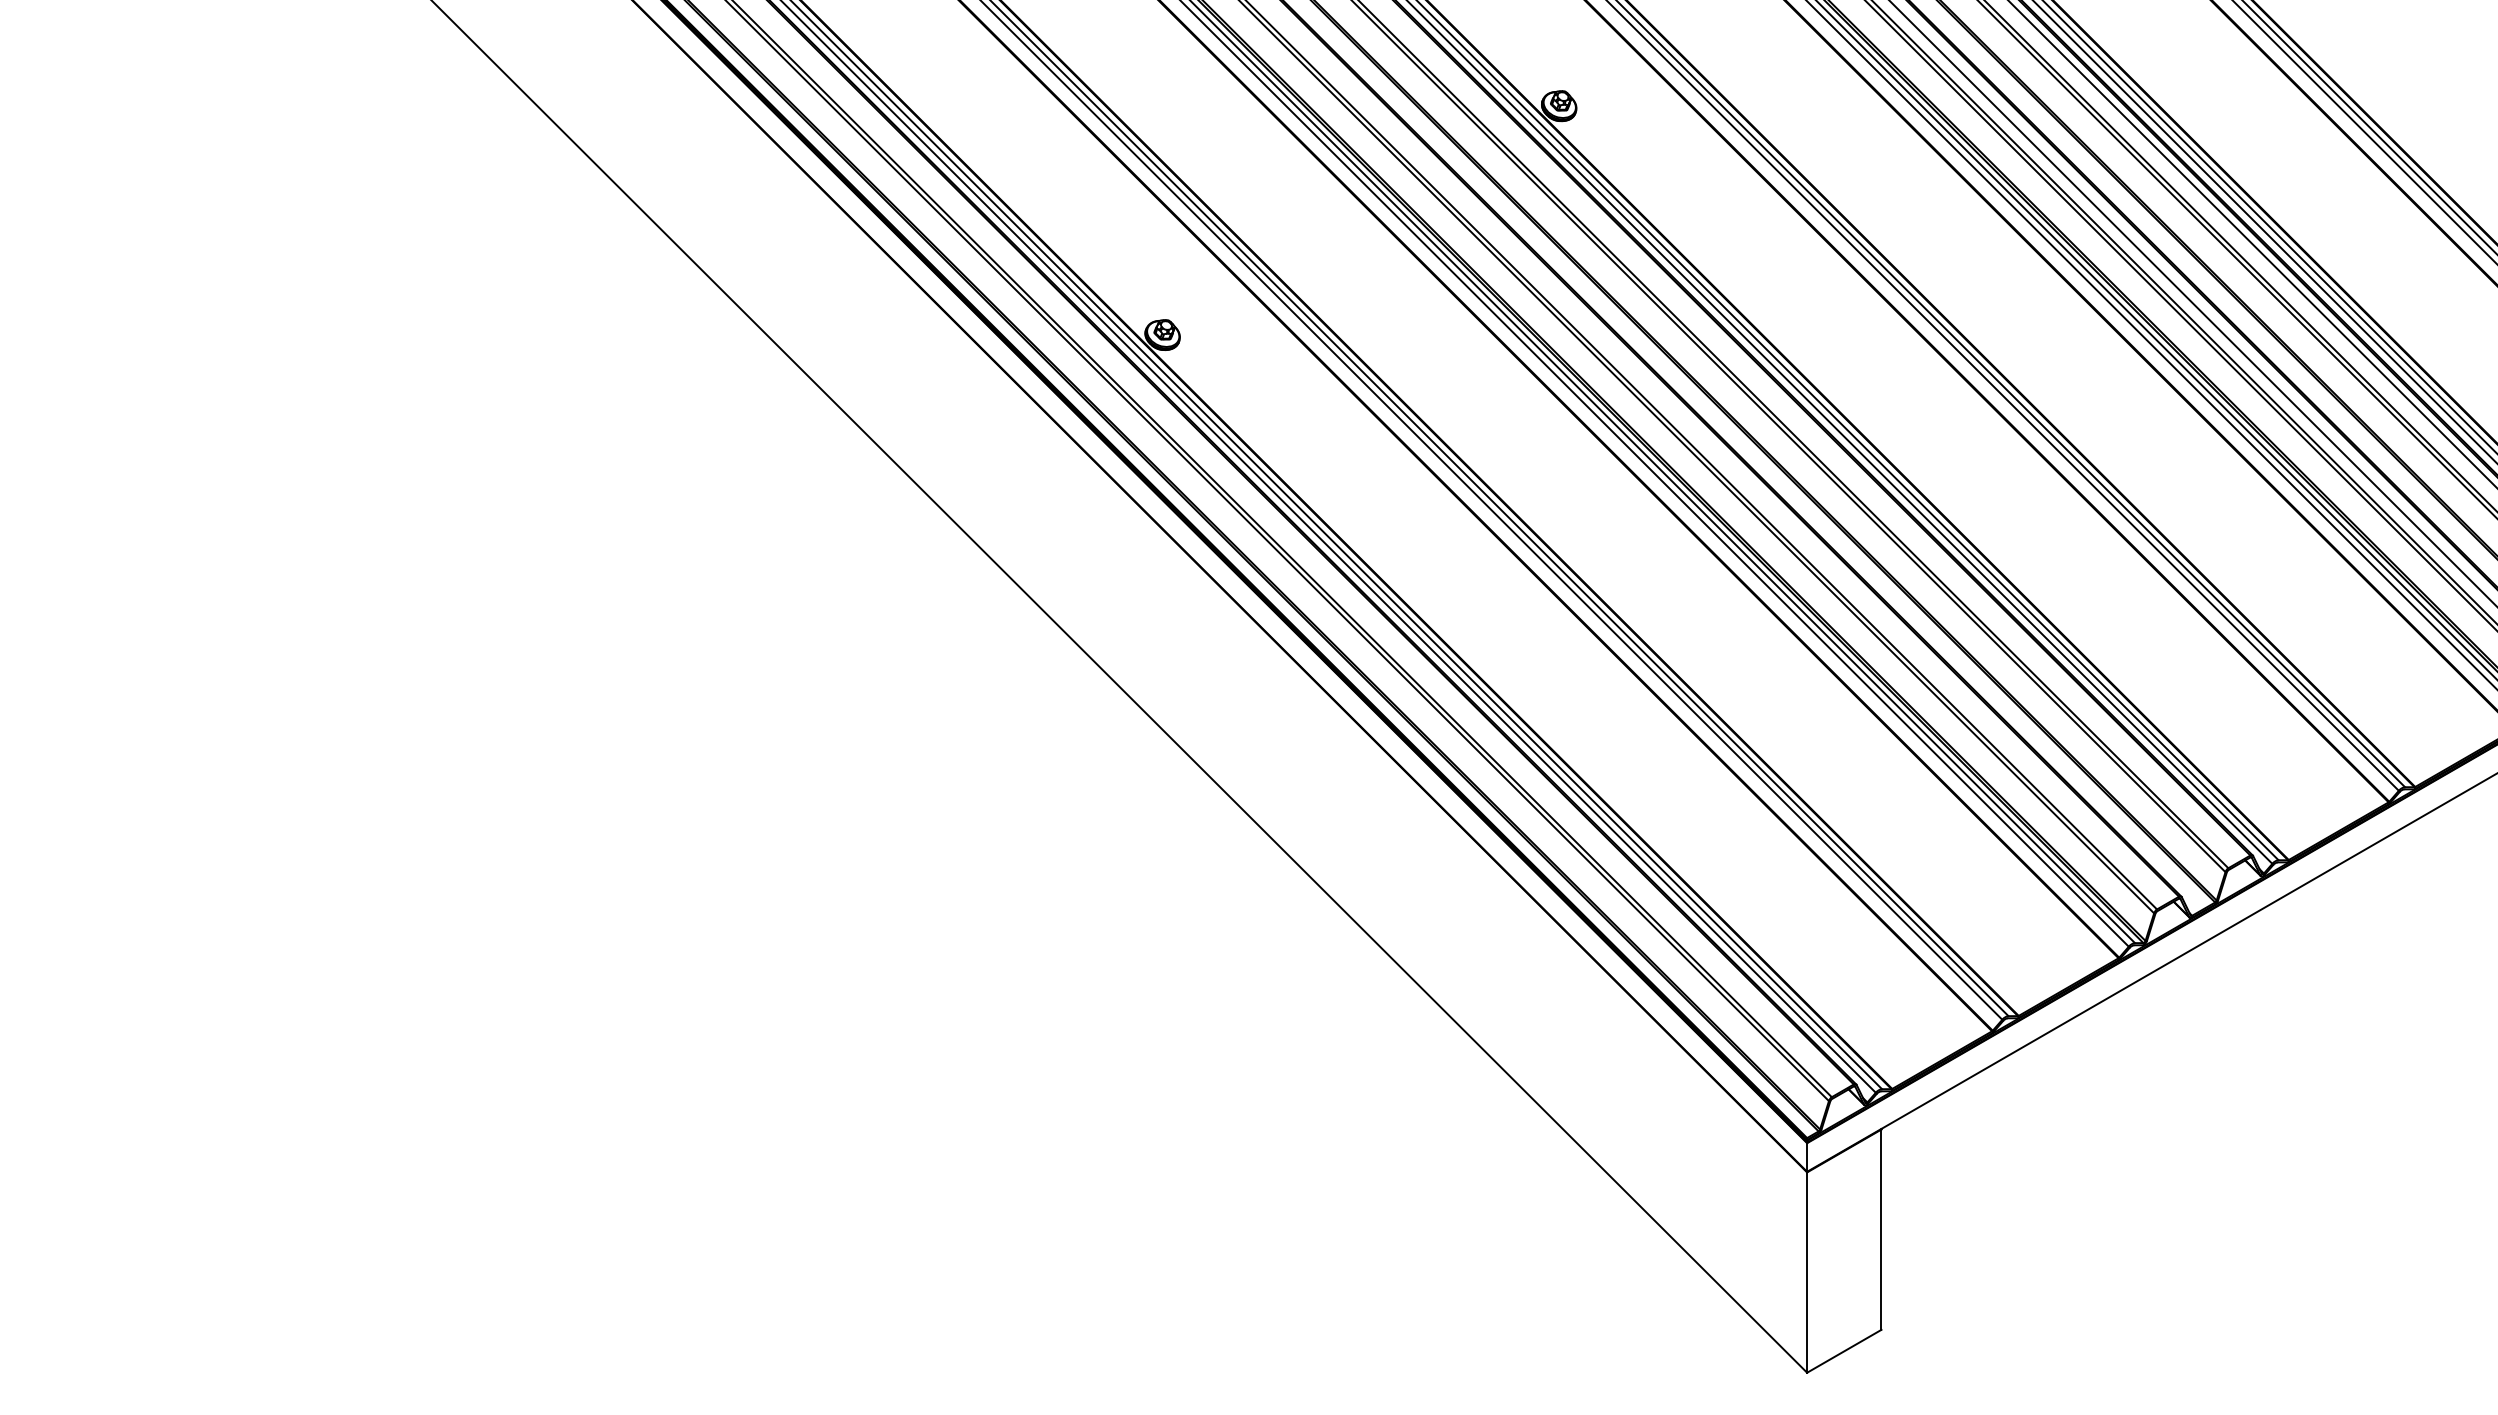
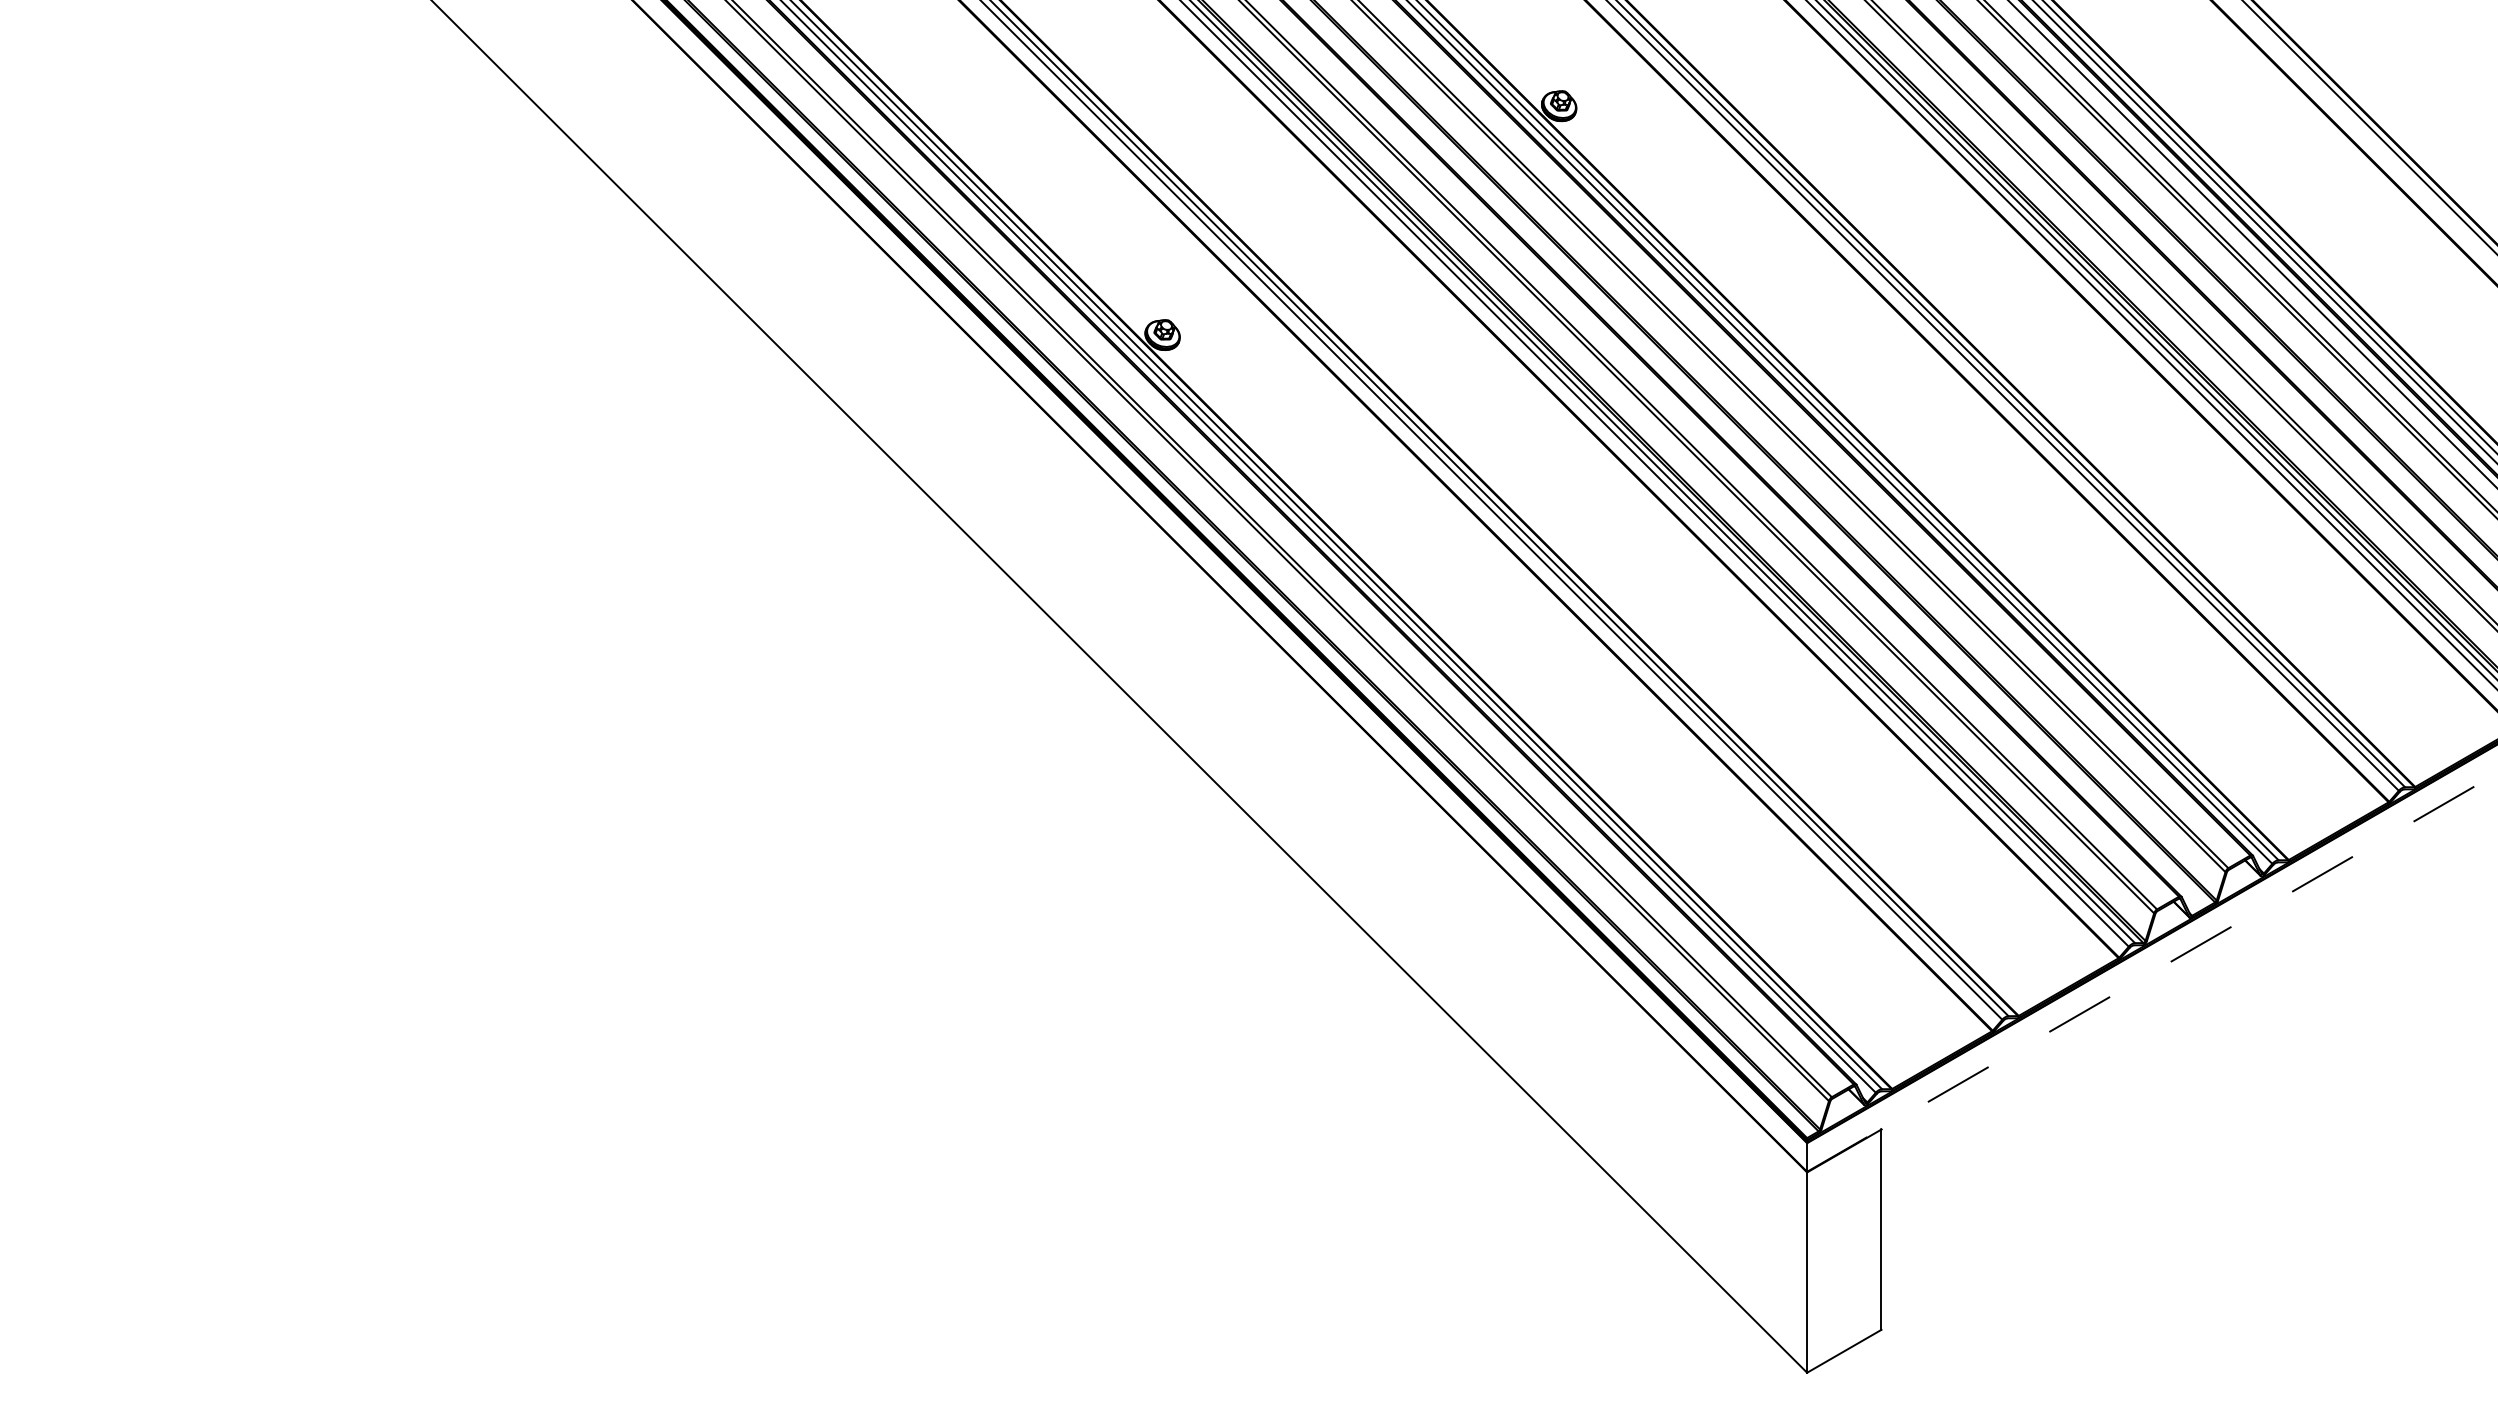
line at (2364, 131): present -> none
line at (2192, 303): present -> none
line at (2151, 972): solid -> dashed
